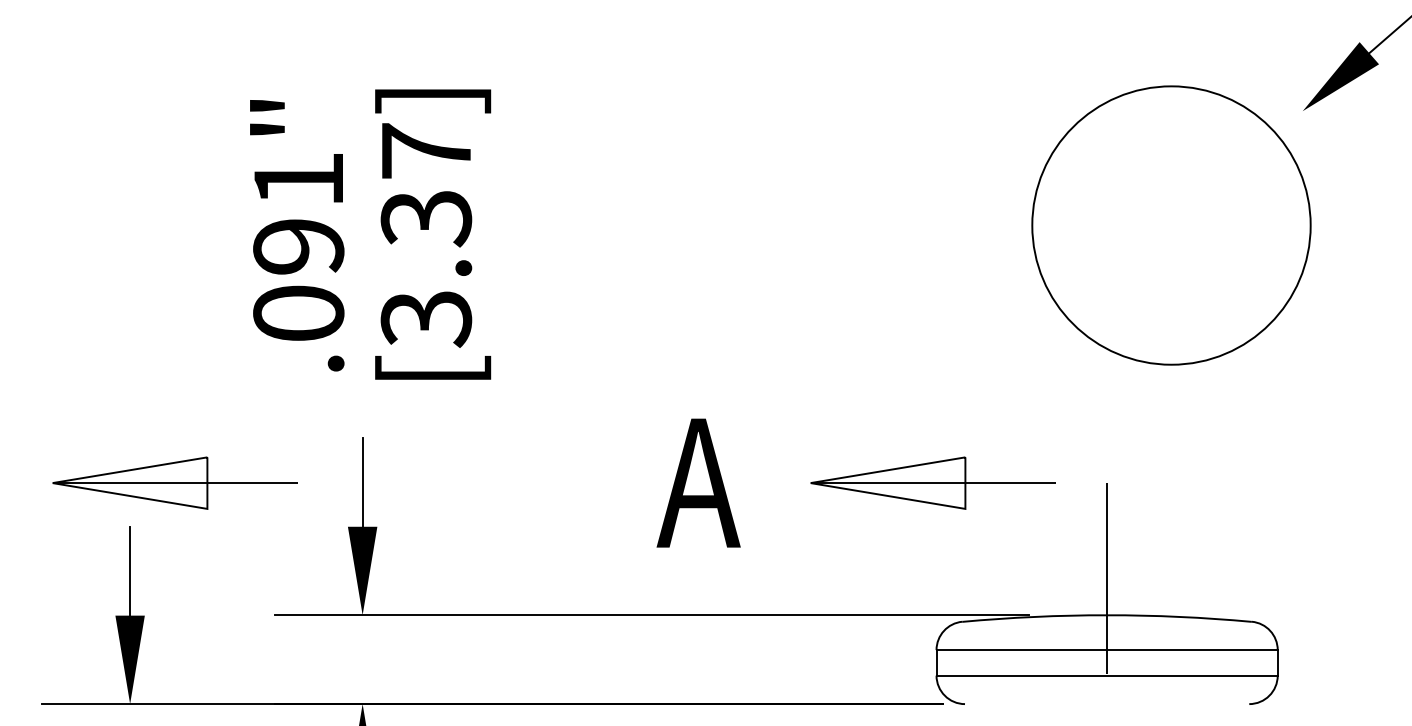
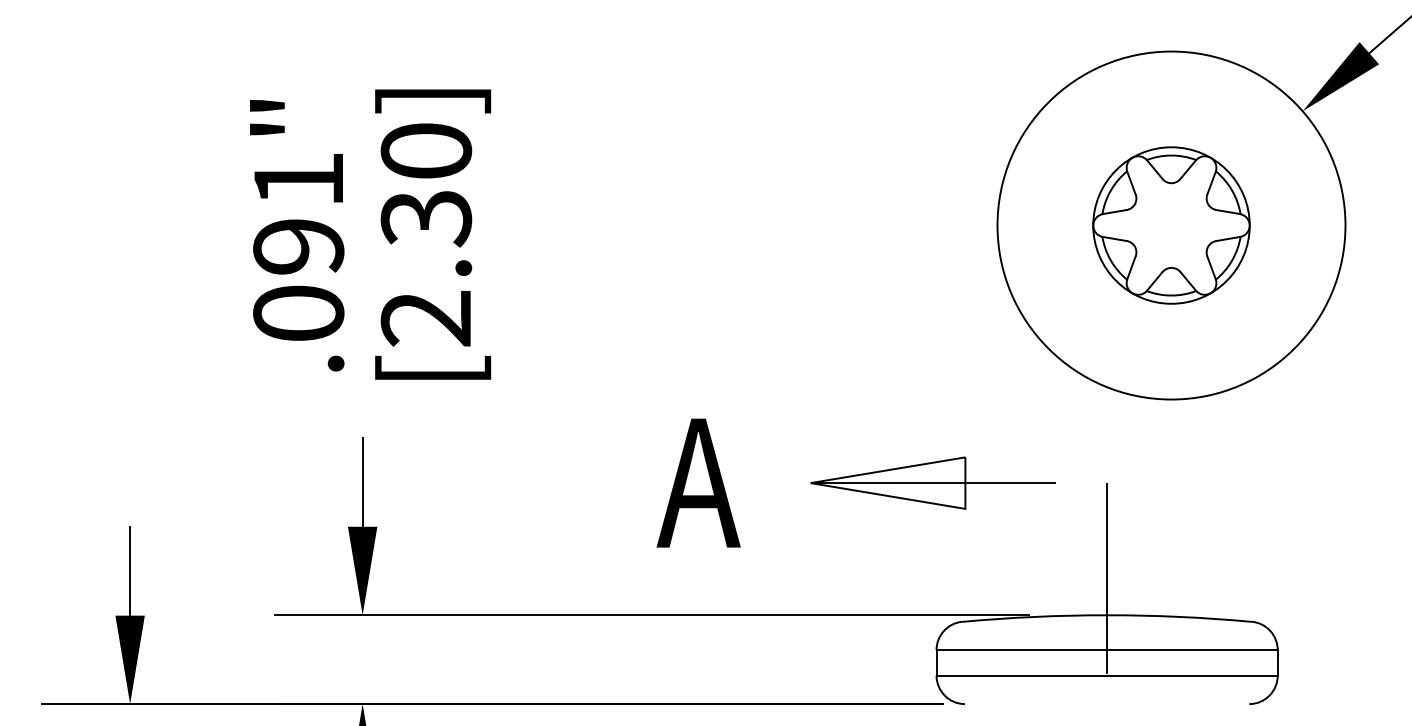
circle at (1171, 225) diameter: 278 px -> 348 px
part at (1171, 225): none -> present
text at (426, 235): [3.37] -> [2.30]
part at (174, 482): present -> none
